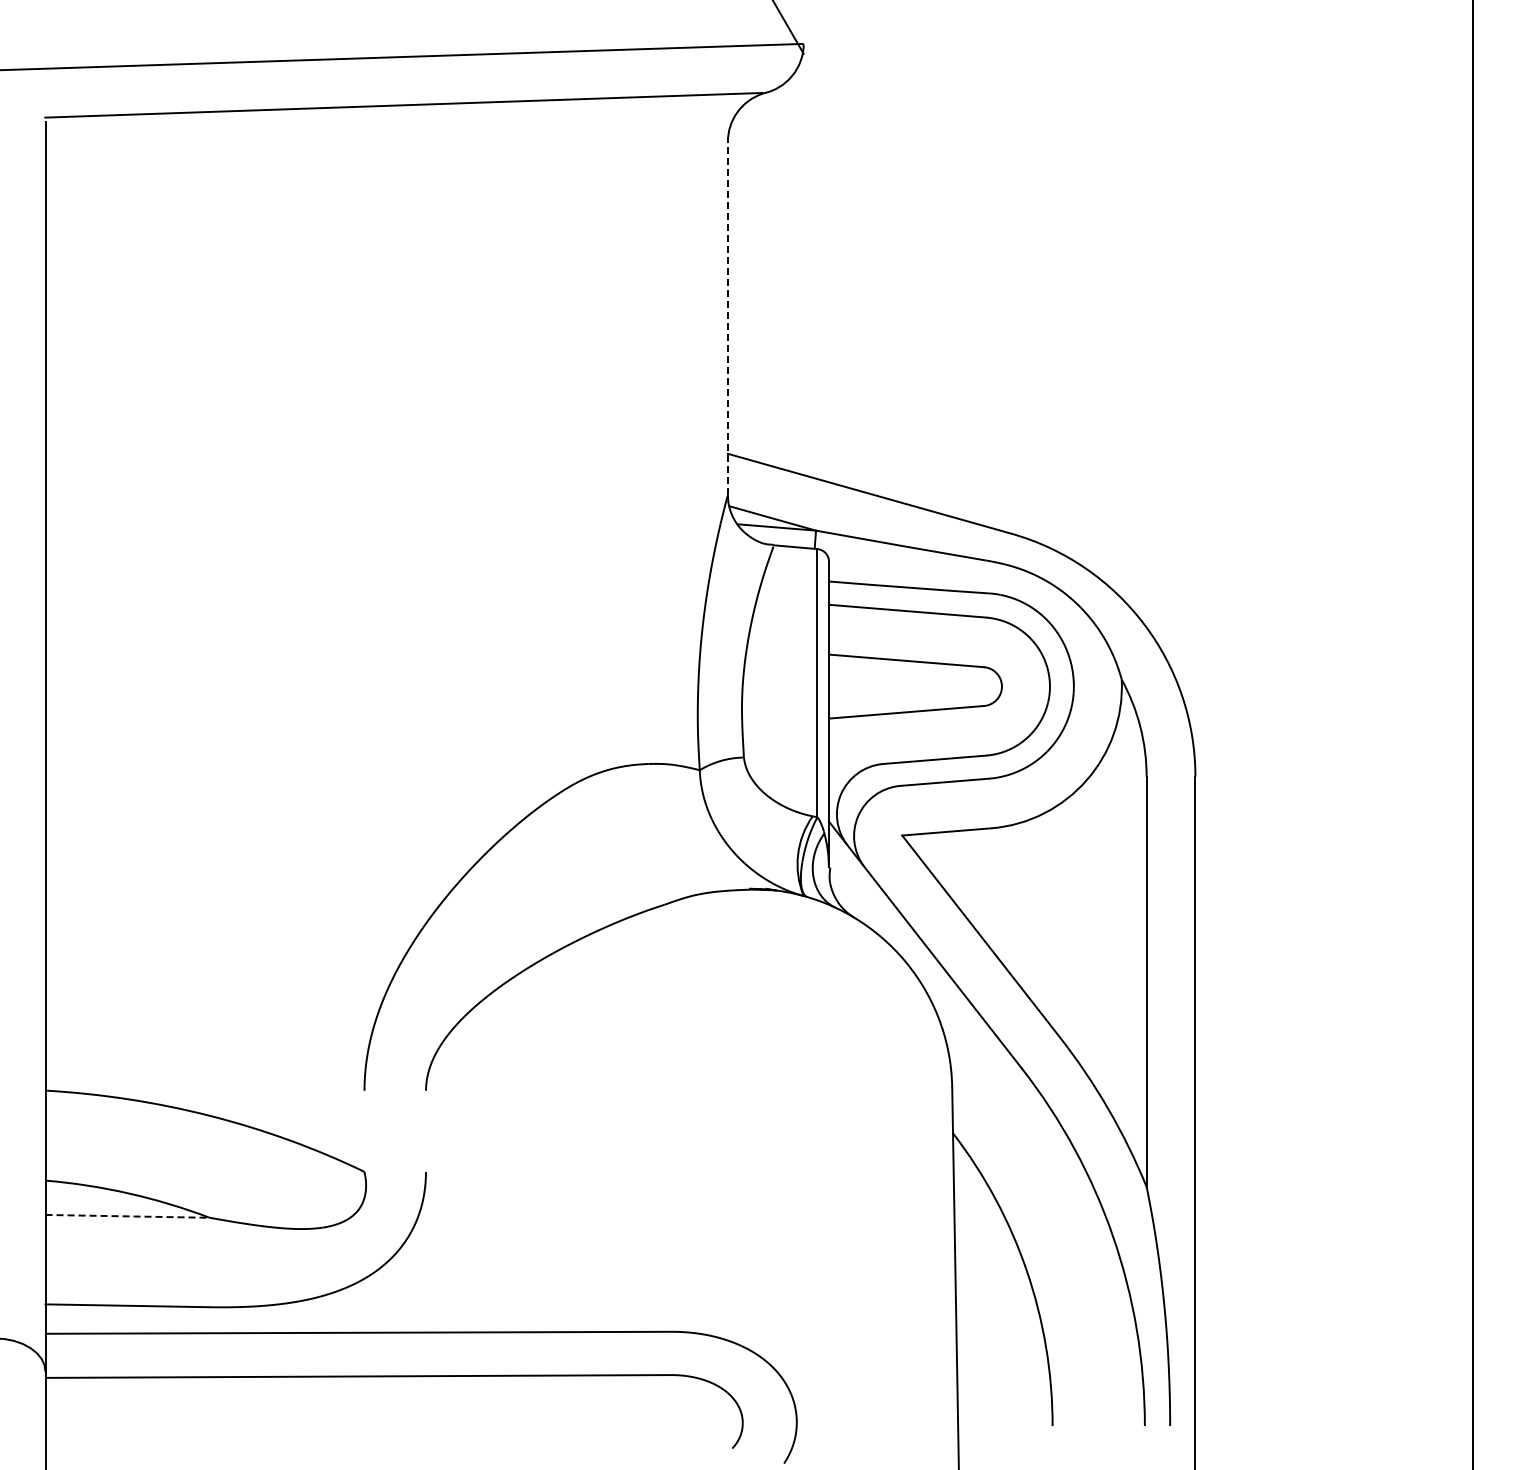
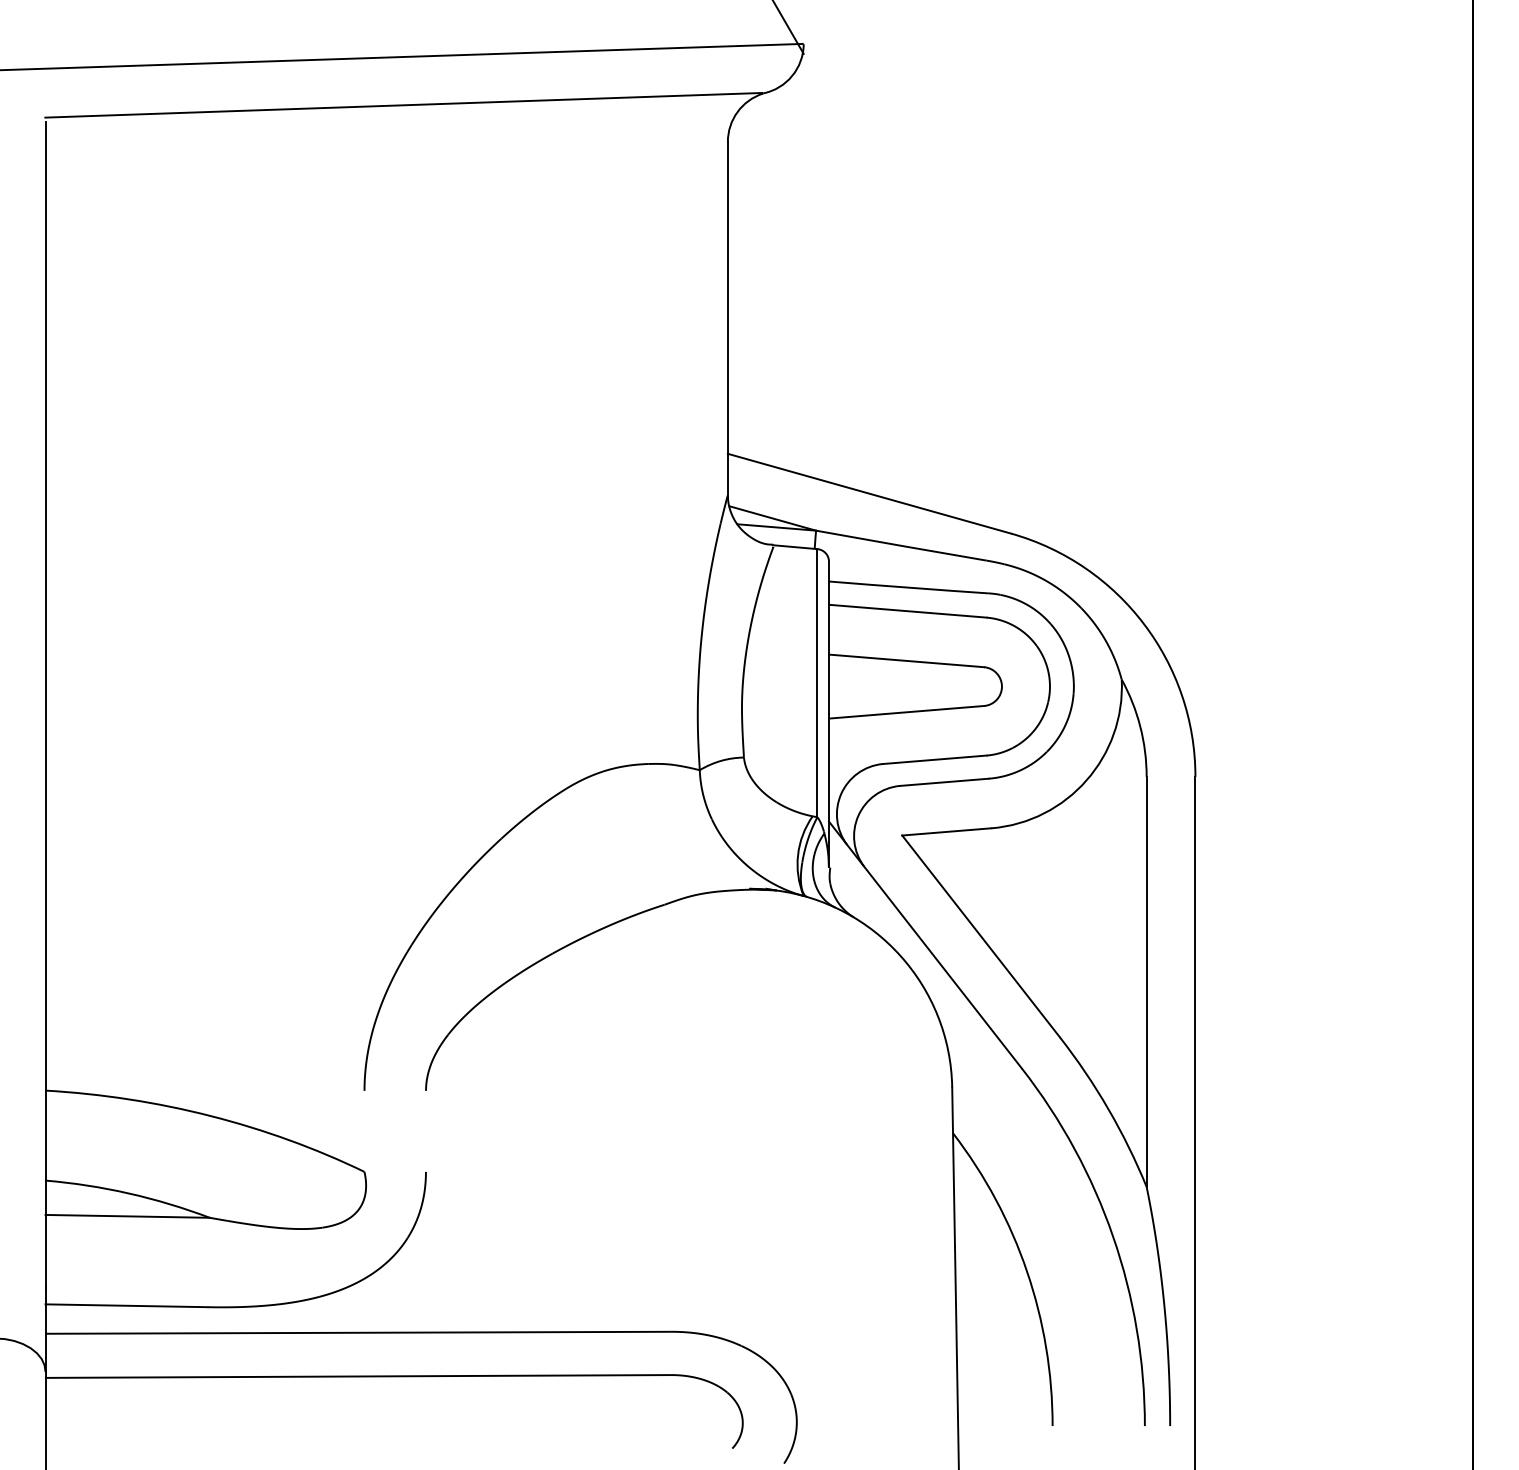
line at (727, 318): dashed -> solid
line at (128, 1216): dashed -> solid
